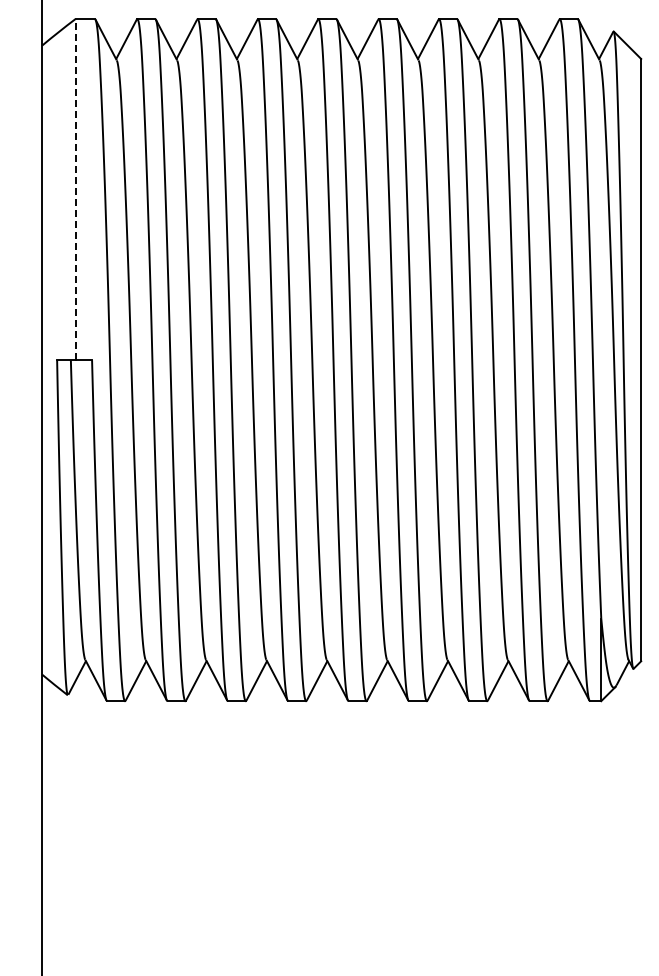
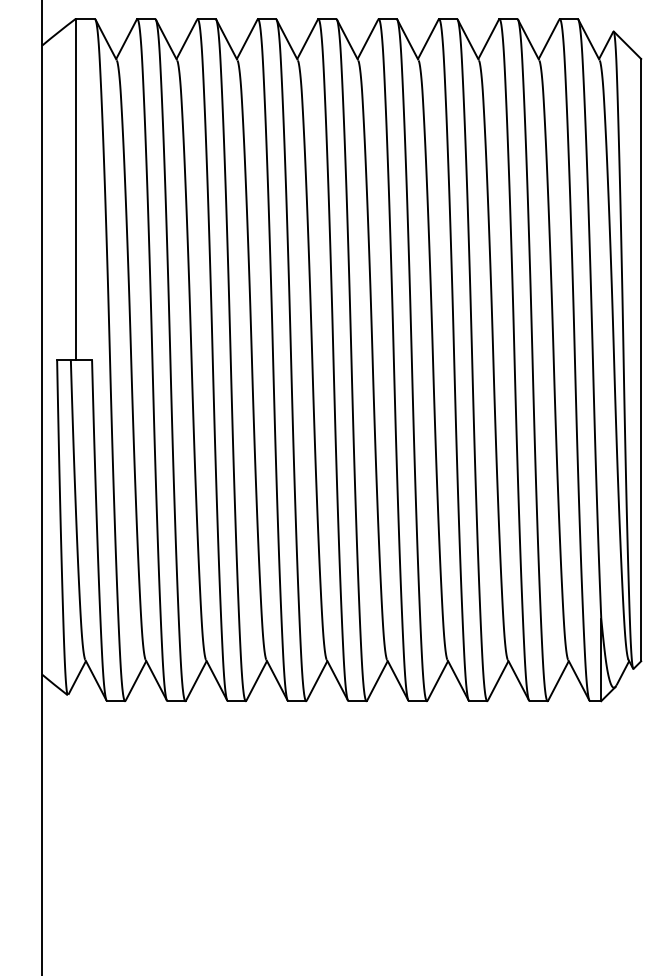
line at (75, 189): dashed -> solid
